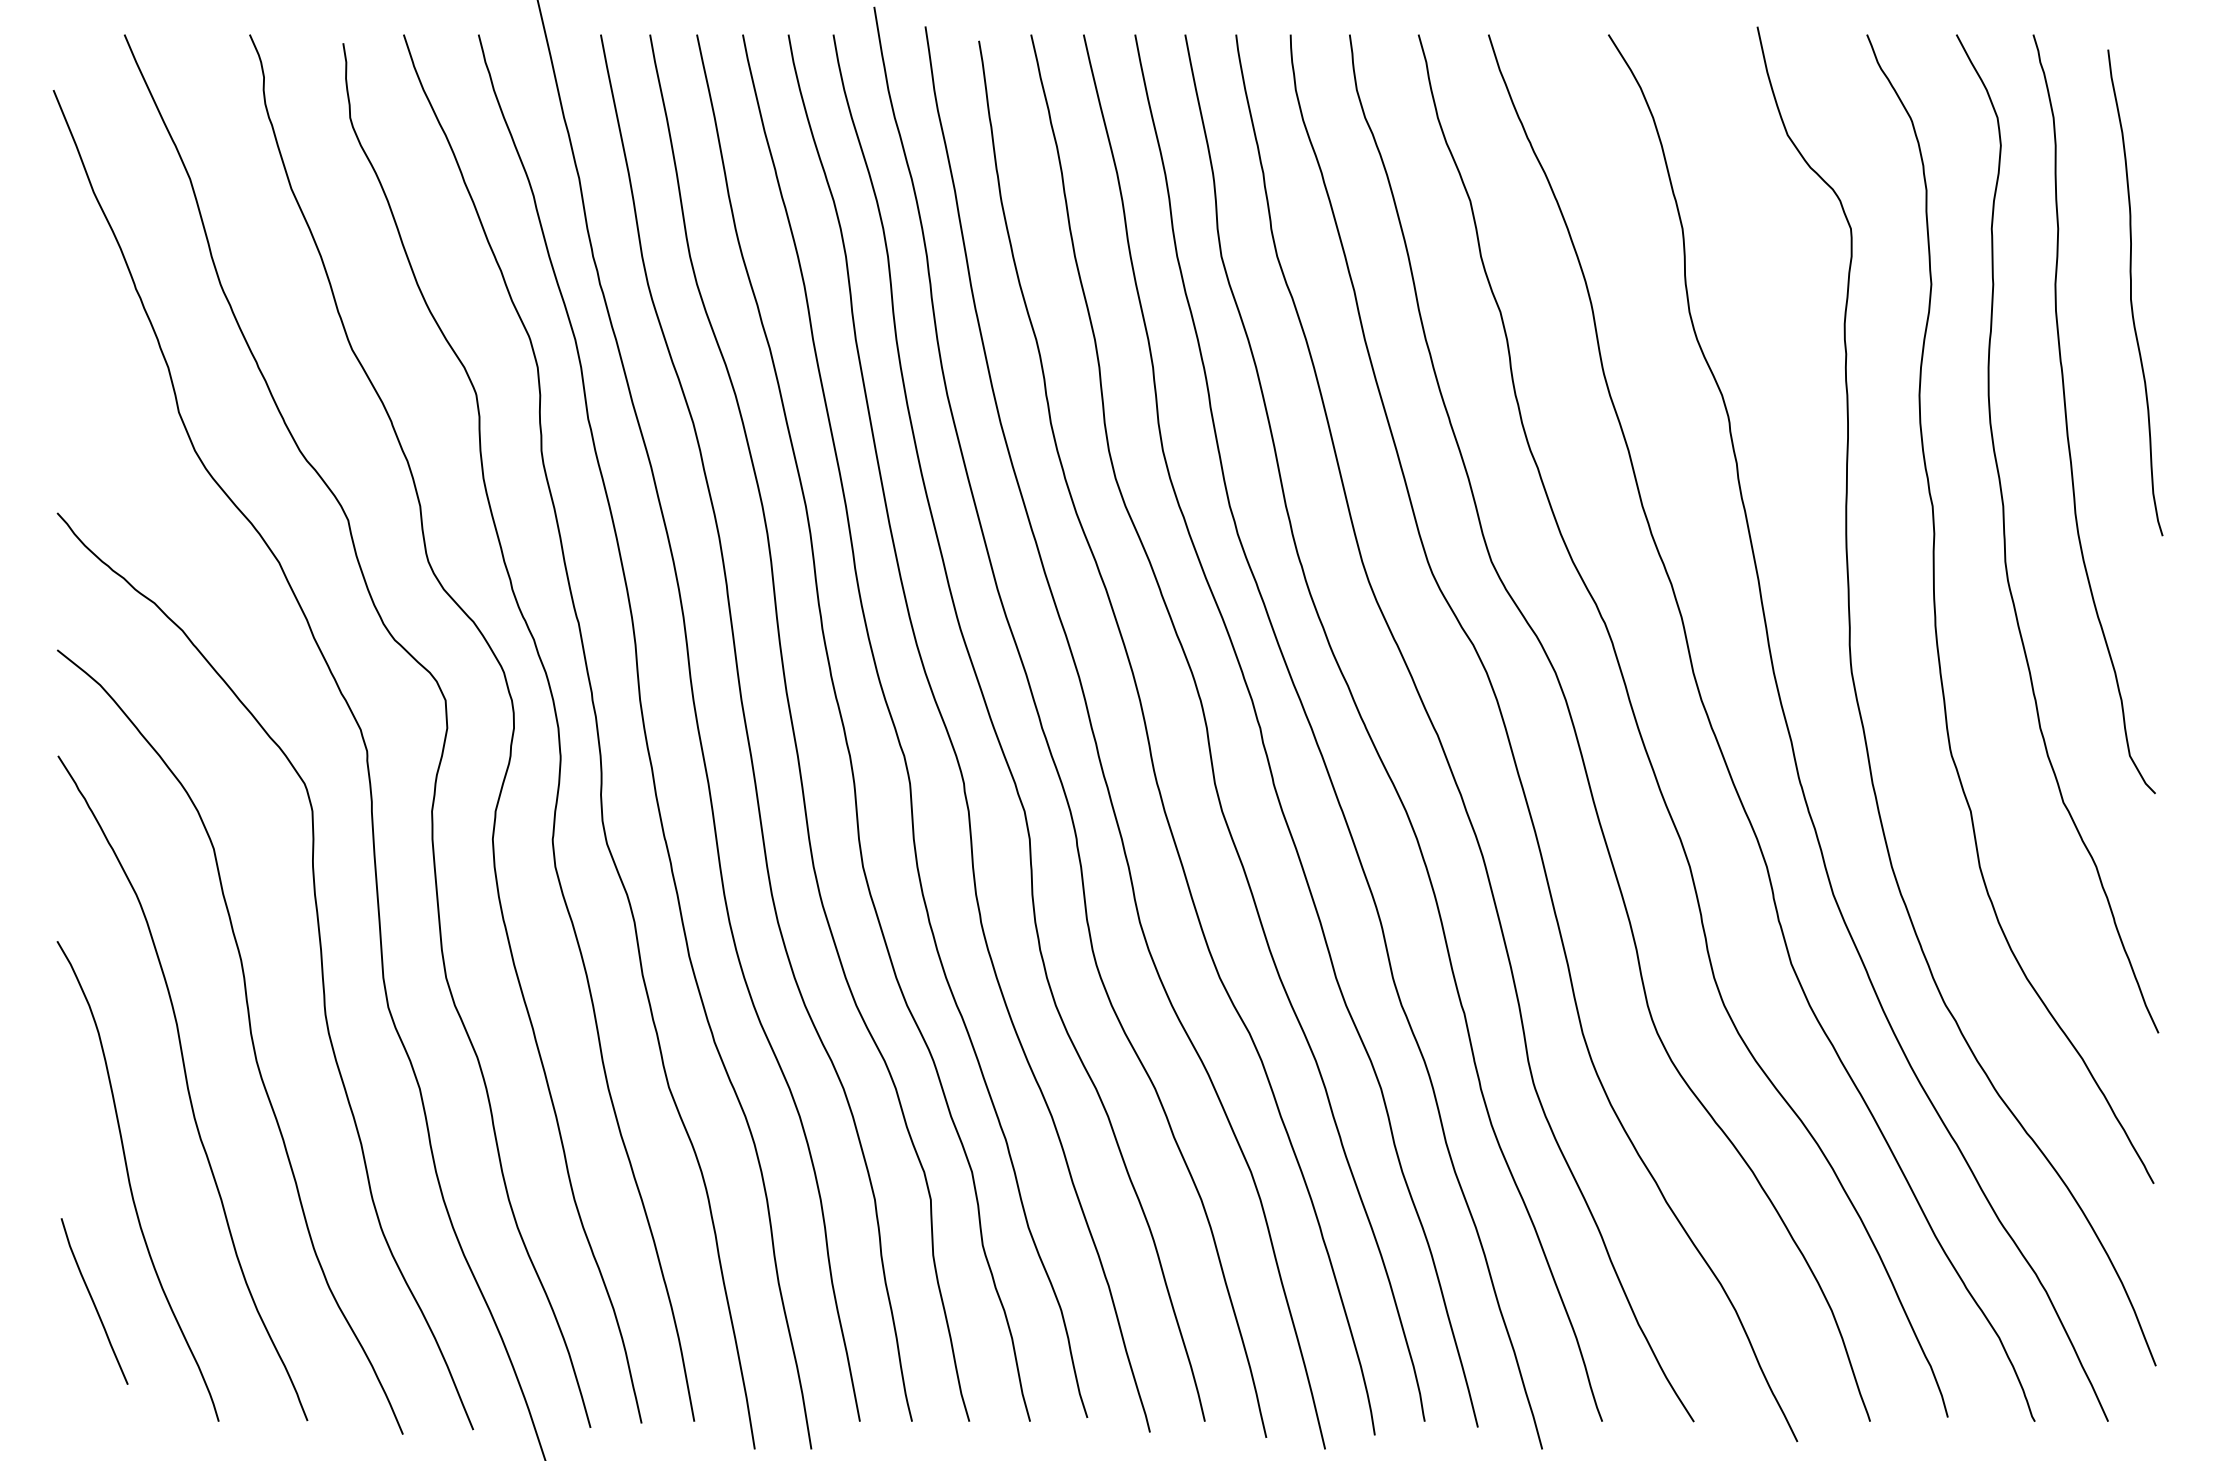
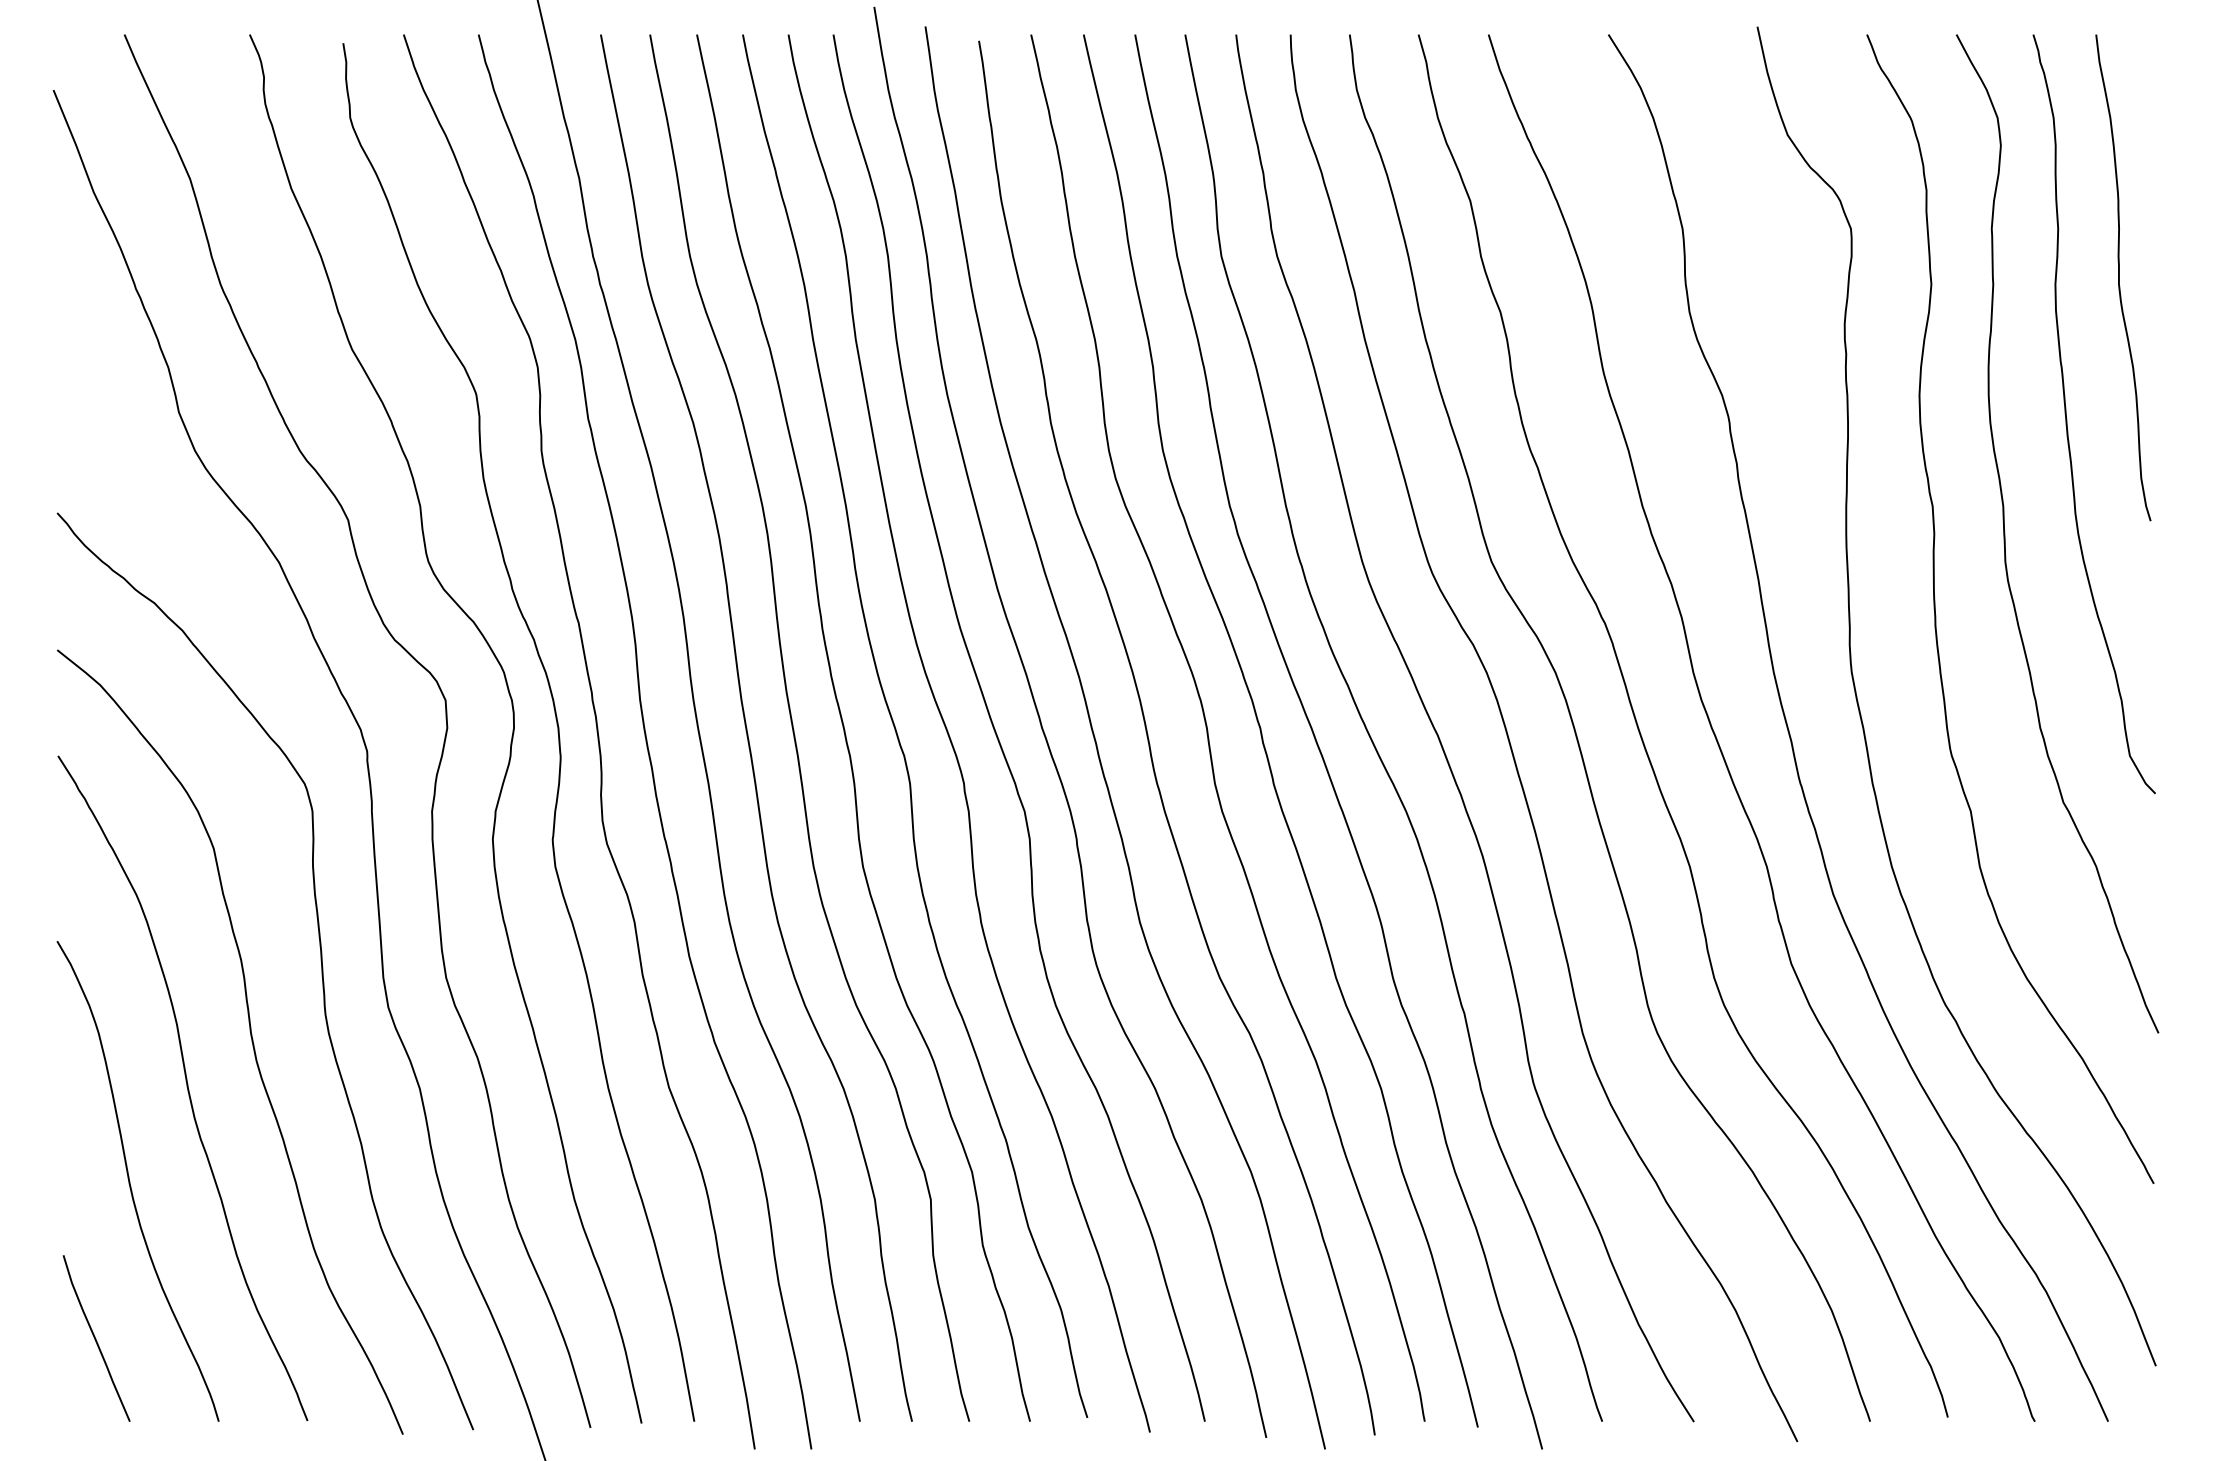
curve at (2131, 292) position: (2131, 292) -> (2119, 277)
curve at (94, 1301) position: (94, 1301) -> (96, 1338)
